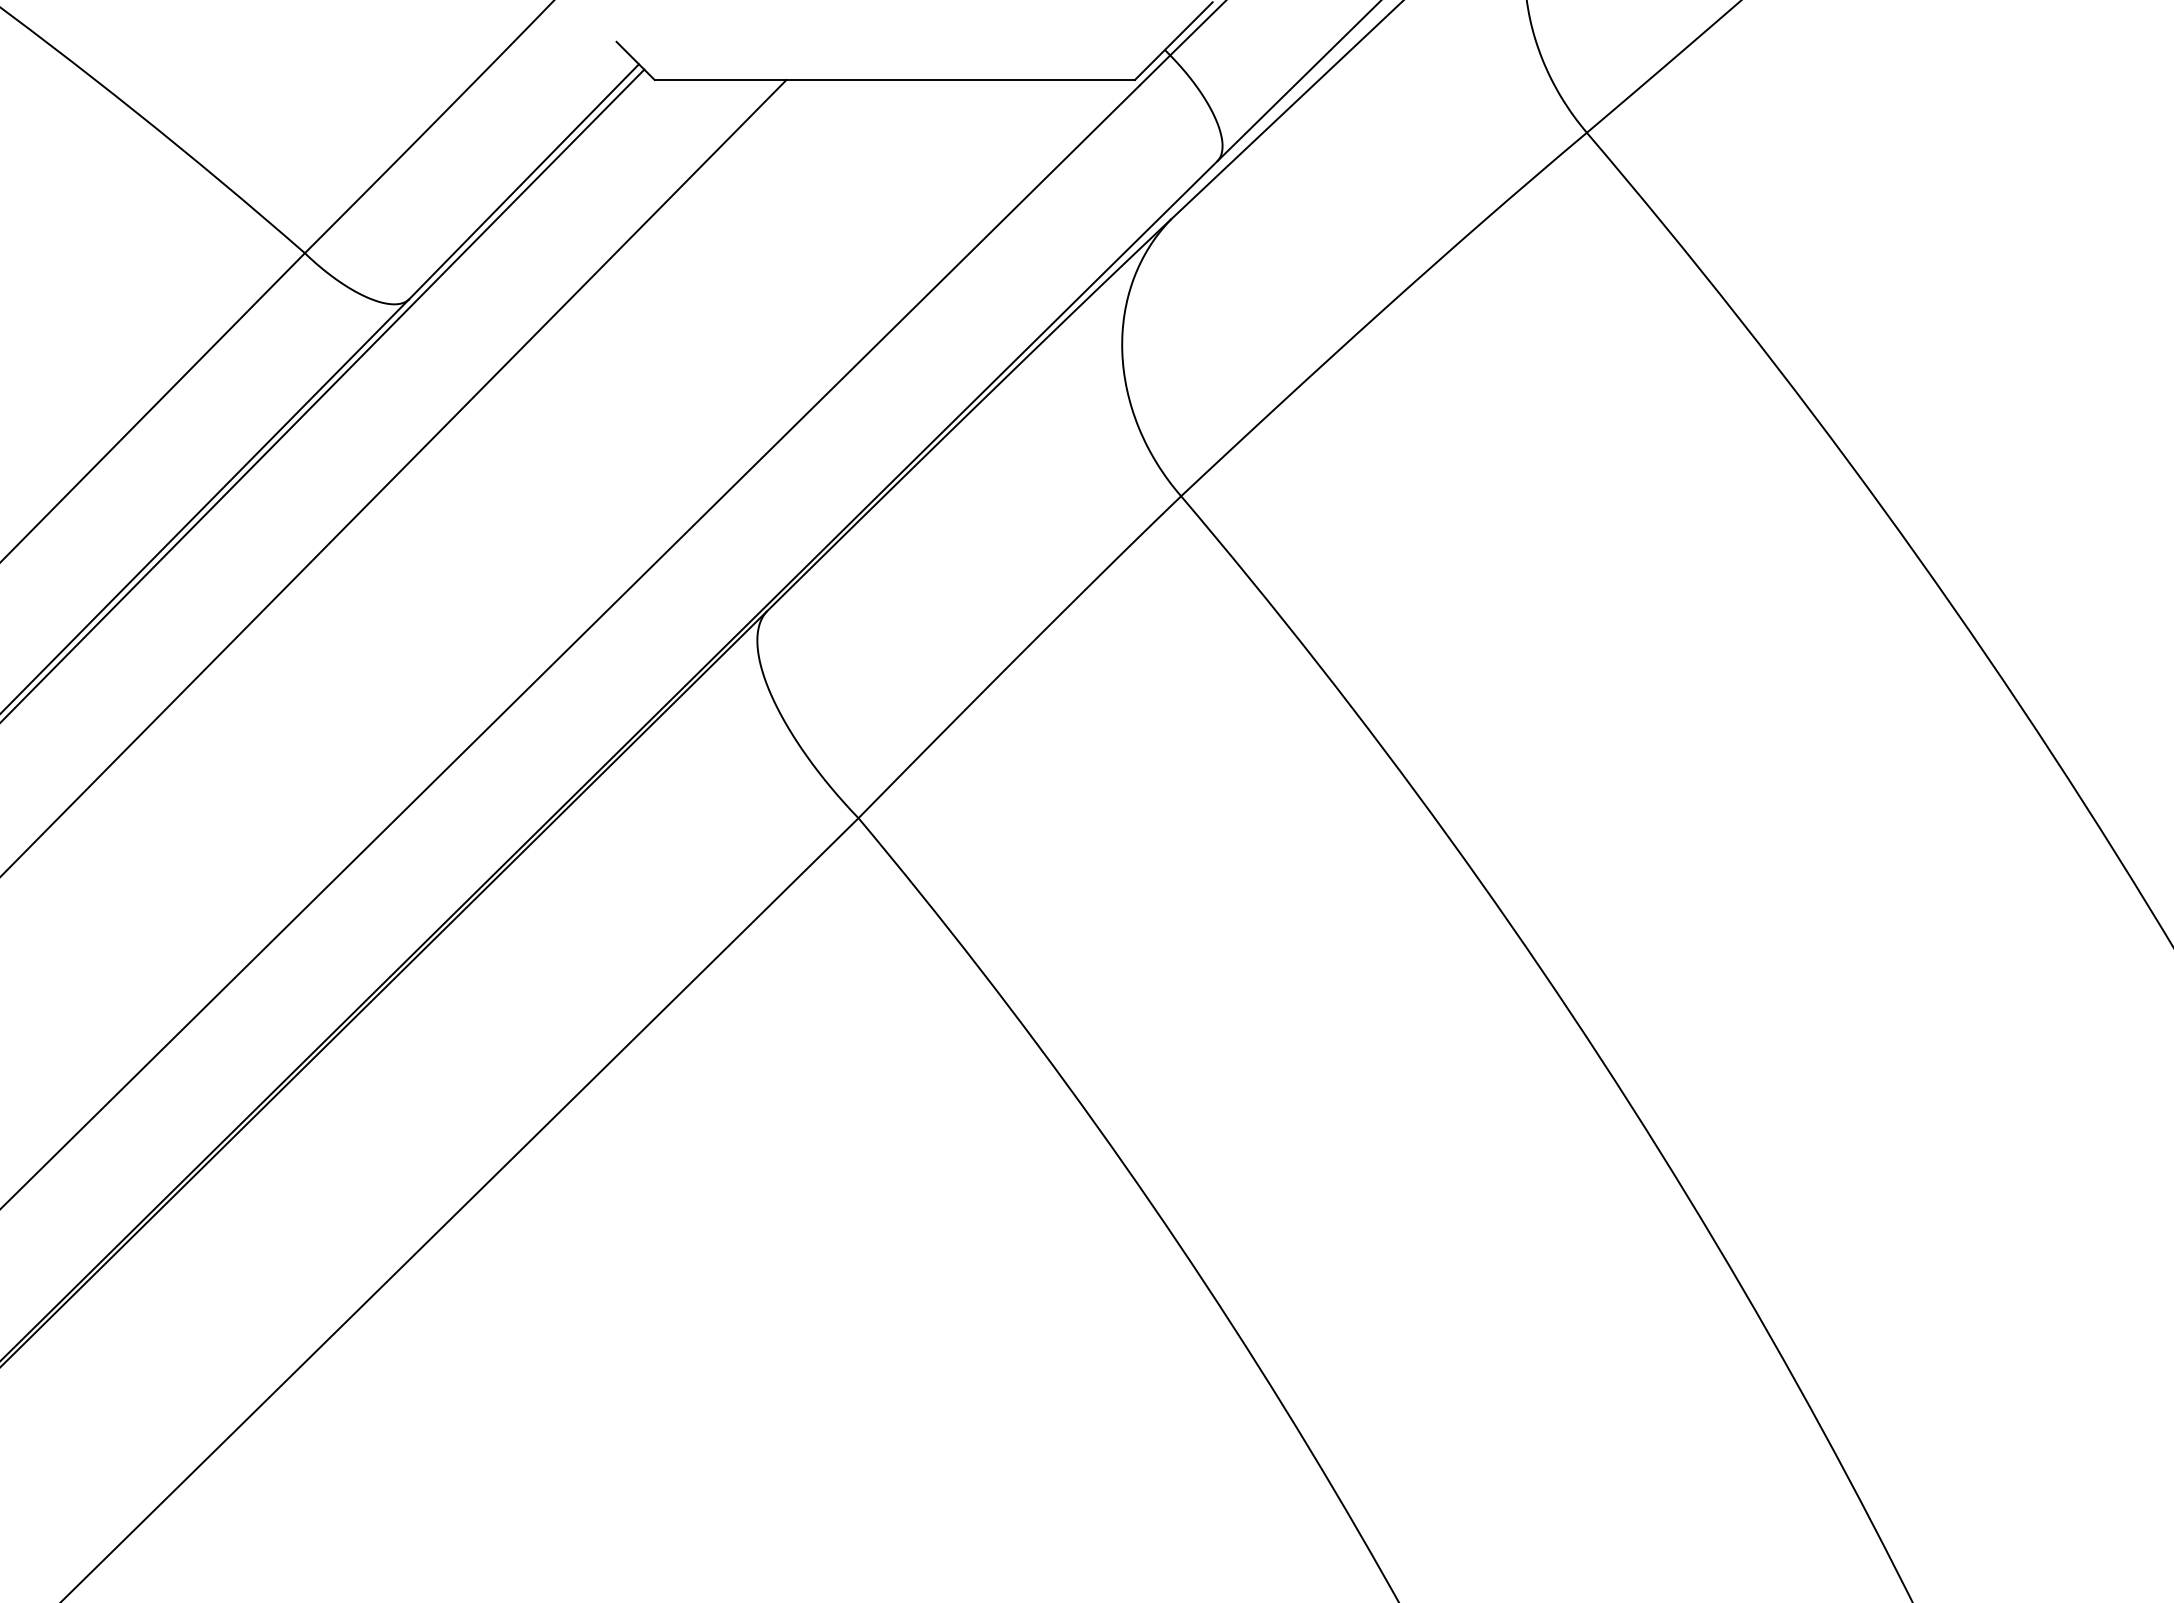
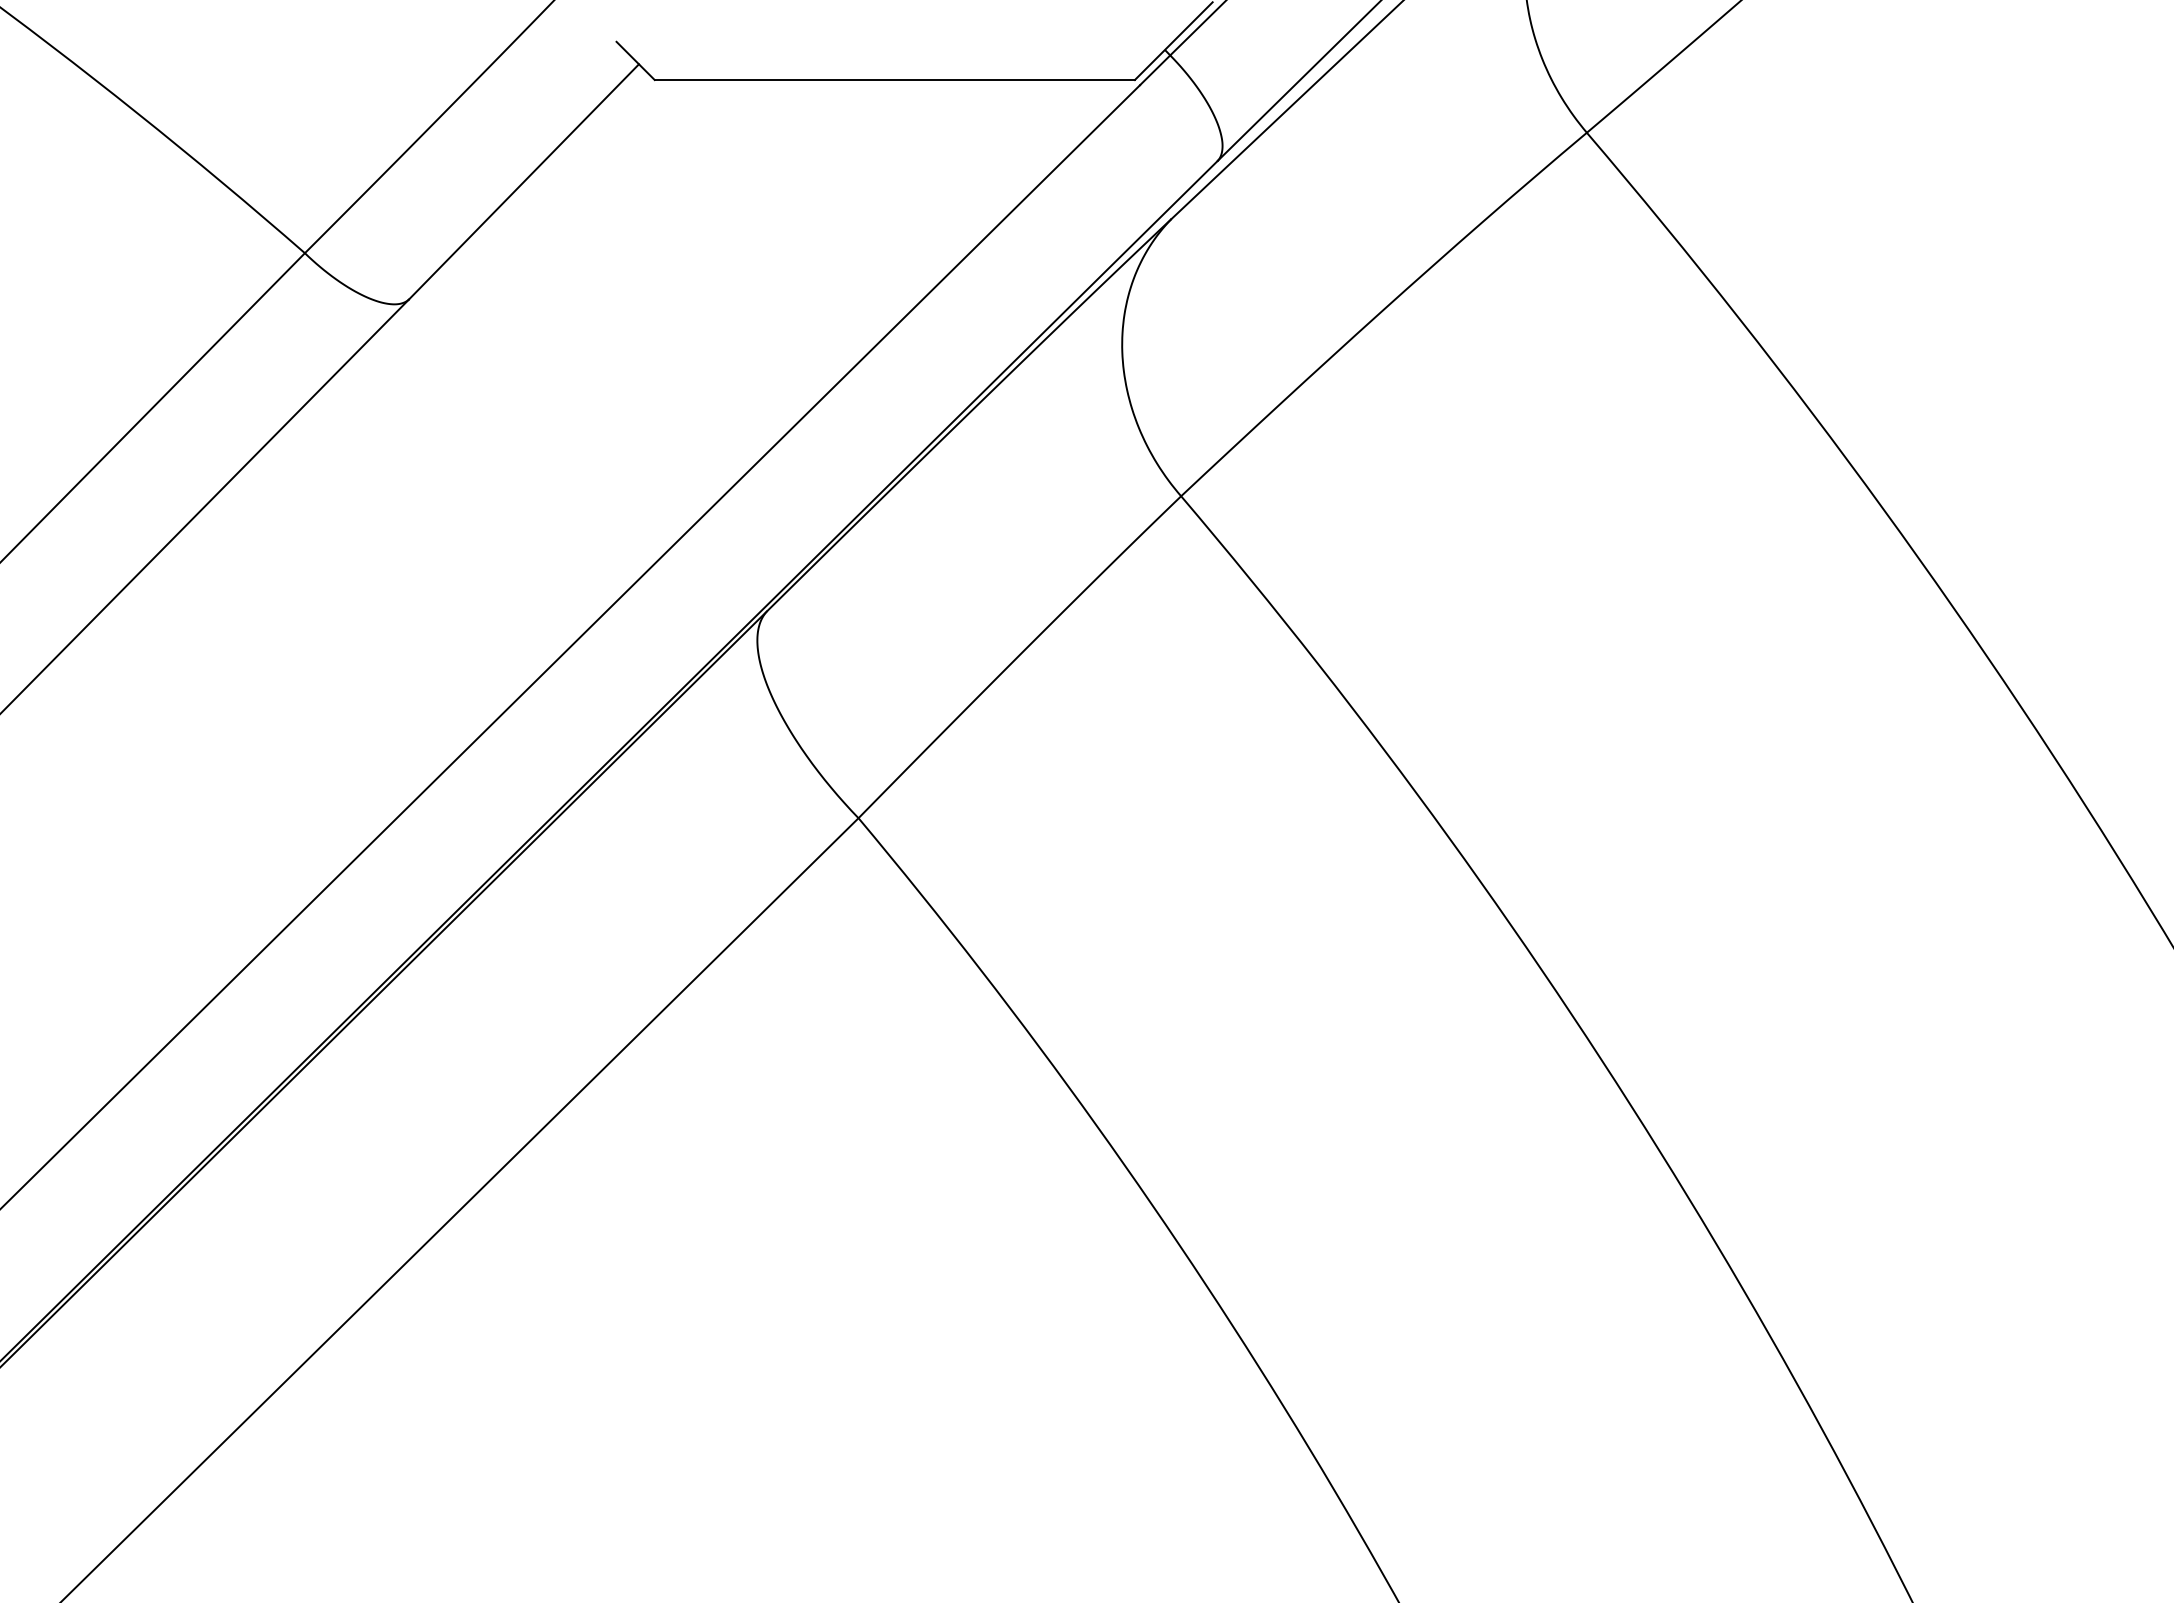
line at (323, 394): present -> none
line at (394, 477): present -> none
